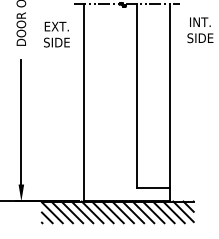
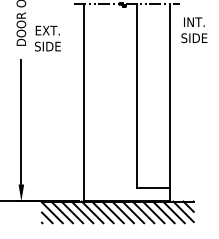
text at (200, 30) position: (200, 30) -> (194, 30)
text at (56, 34) position: (56, 34) -> (47, 38)
